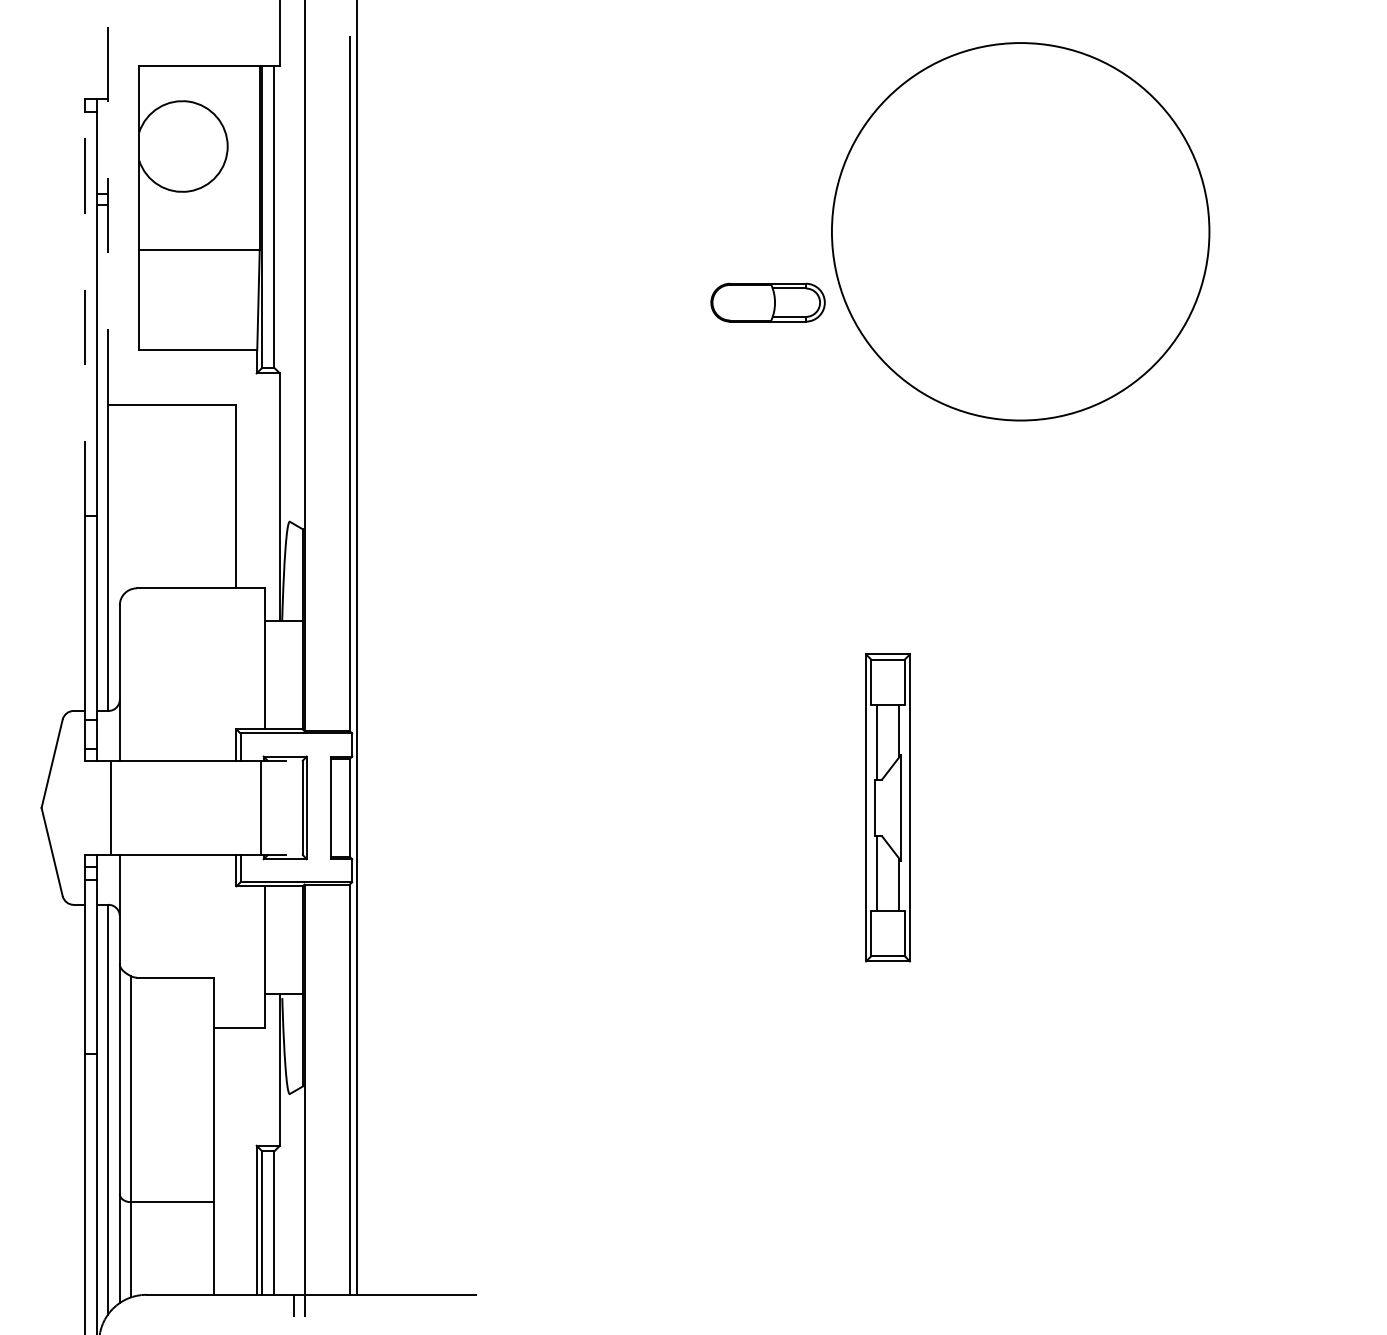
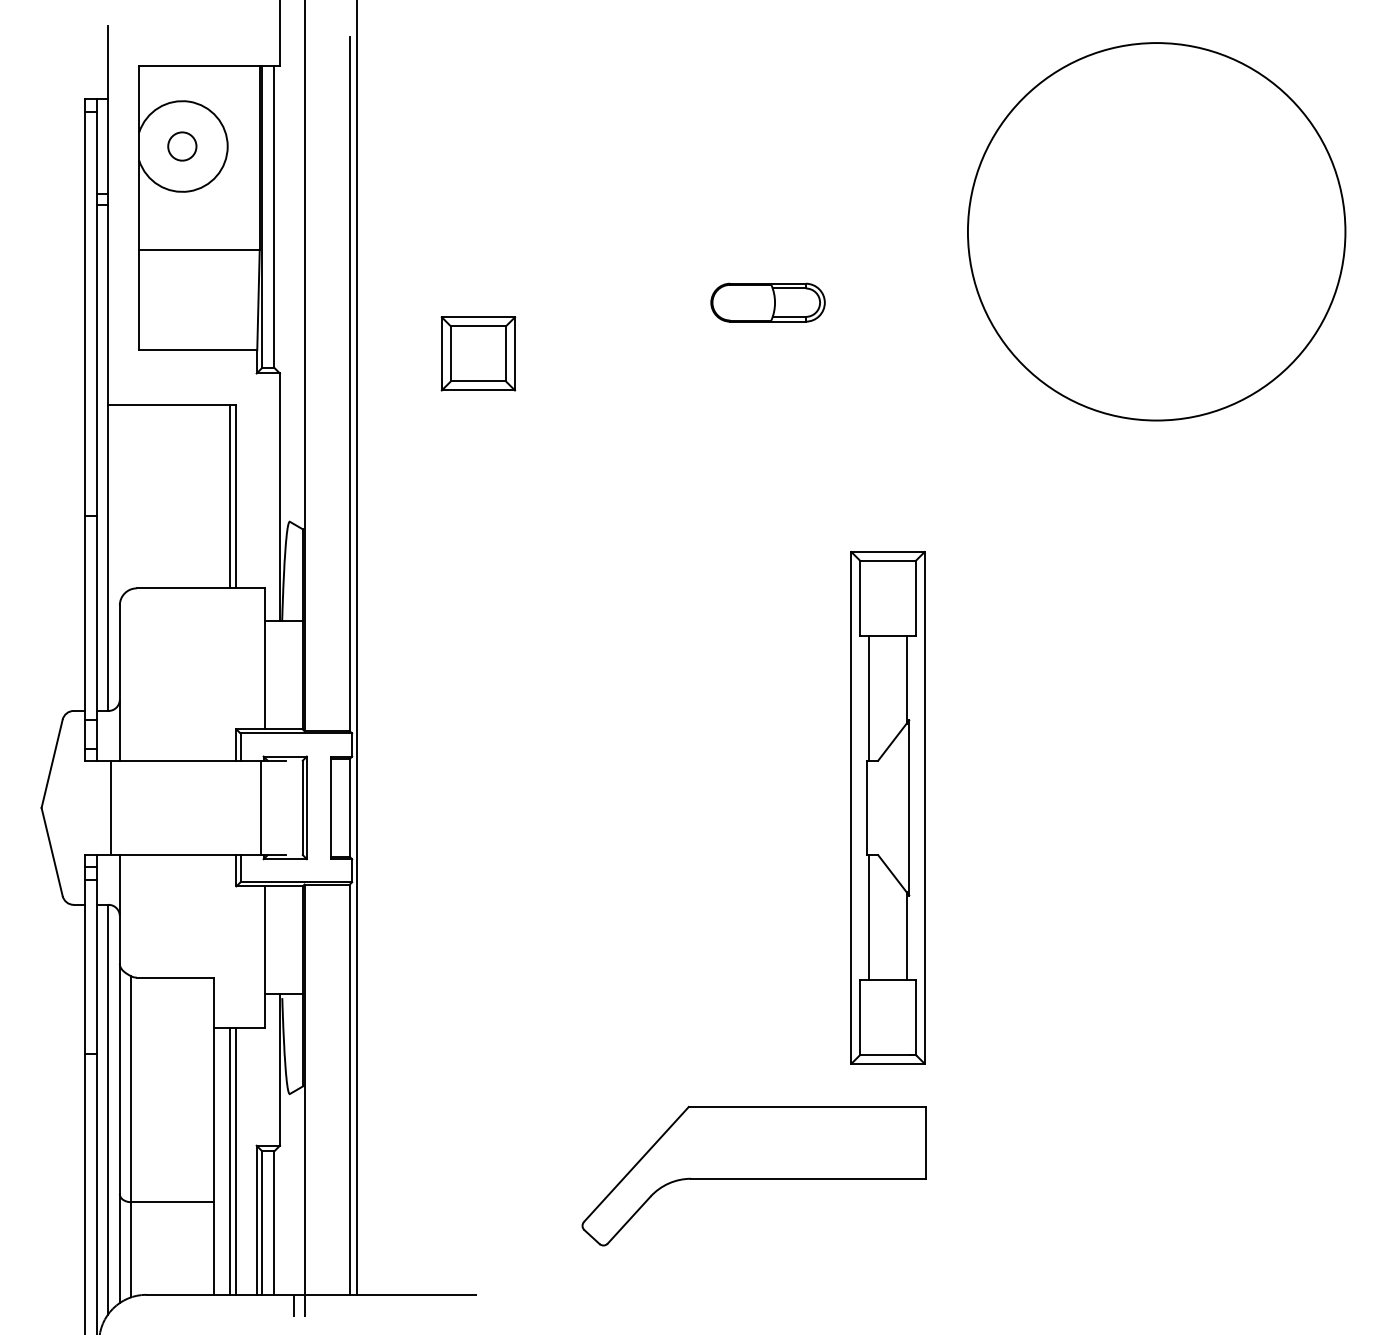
circle at (182, 146): none -> present
line at (108, 214): dashed -> solid
circle at (1020, 231) position: (1020, 231) -> (1156, 231)
line at (85, 314): dashed -> solid
part at (478, 353): none -> present
line at (229, 496): none -> present
part at (888, 807) size: 47x310 px -> 76x514 px
line at (229, 1160): none -> present
line at (236, 1160): none -> present
part at (753, 1175): none -> present
